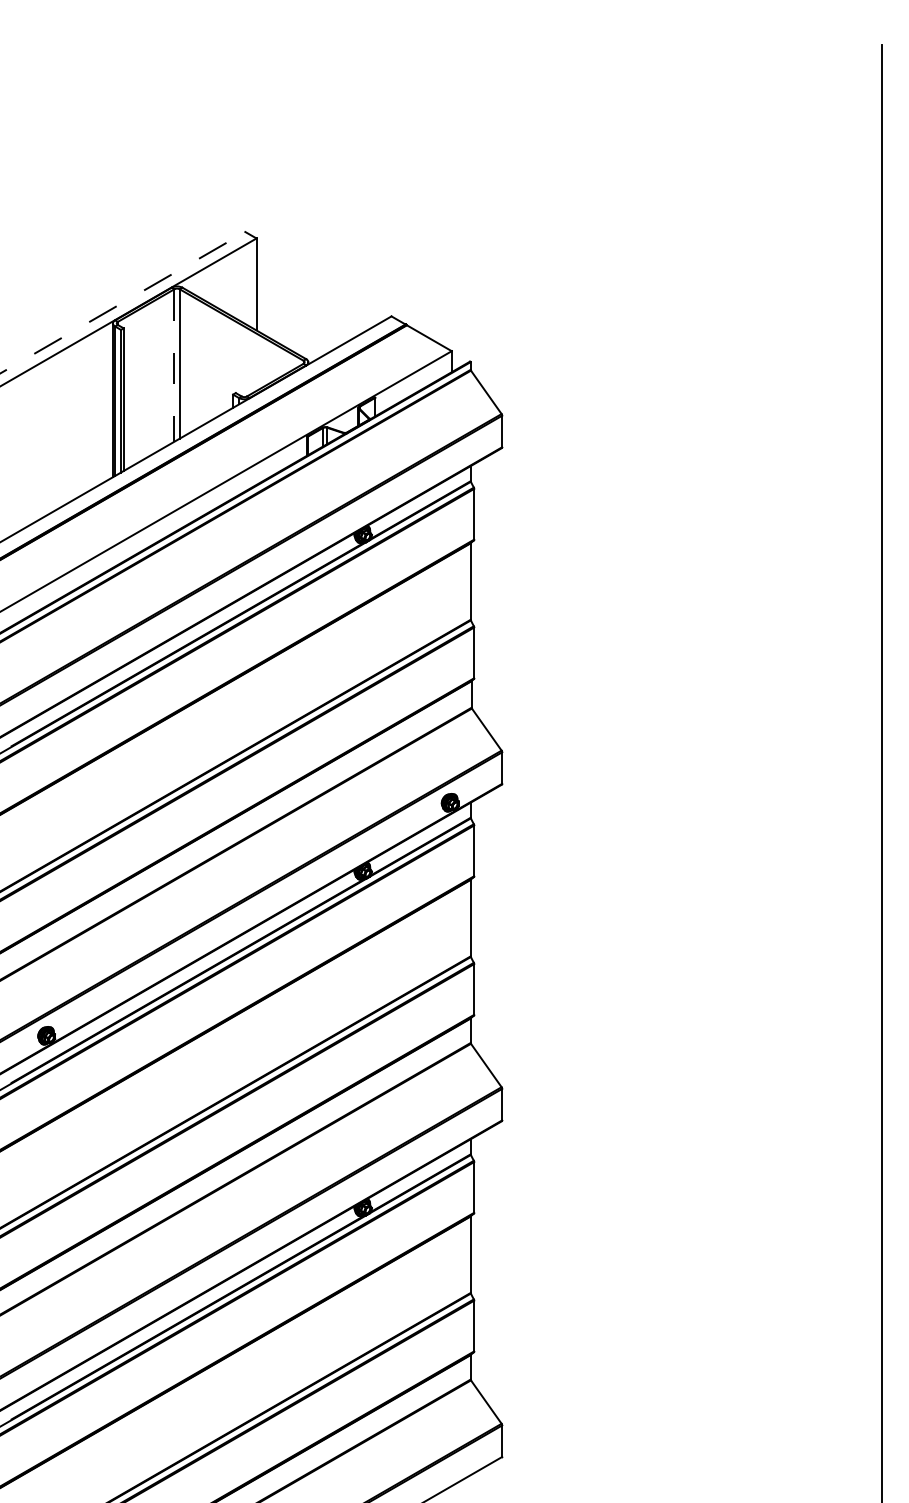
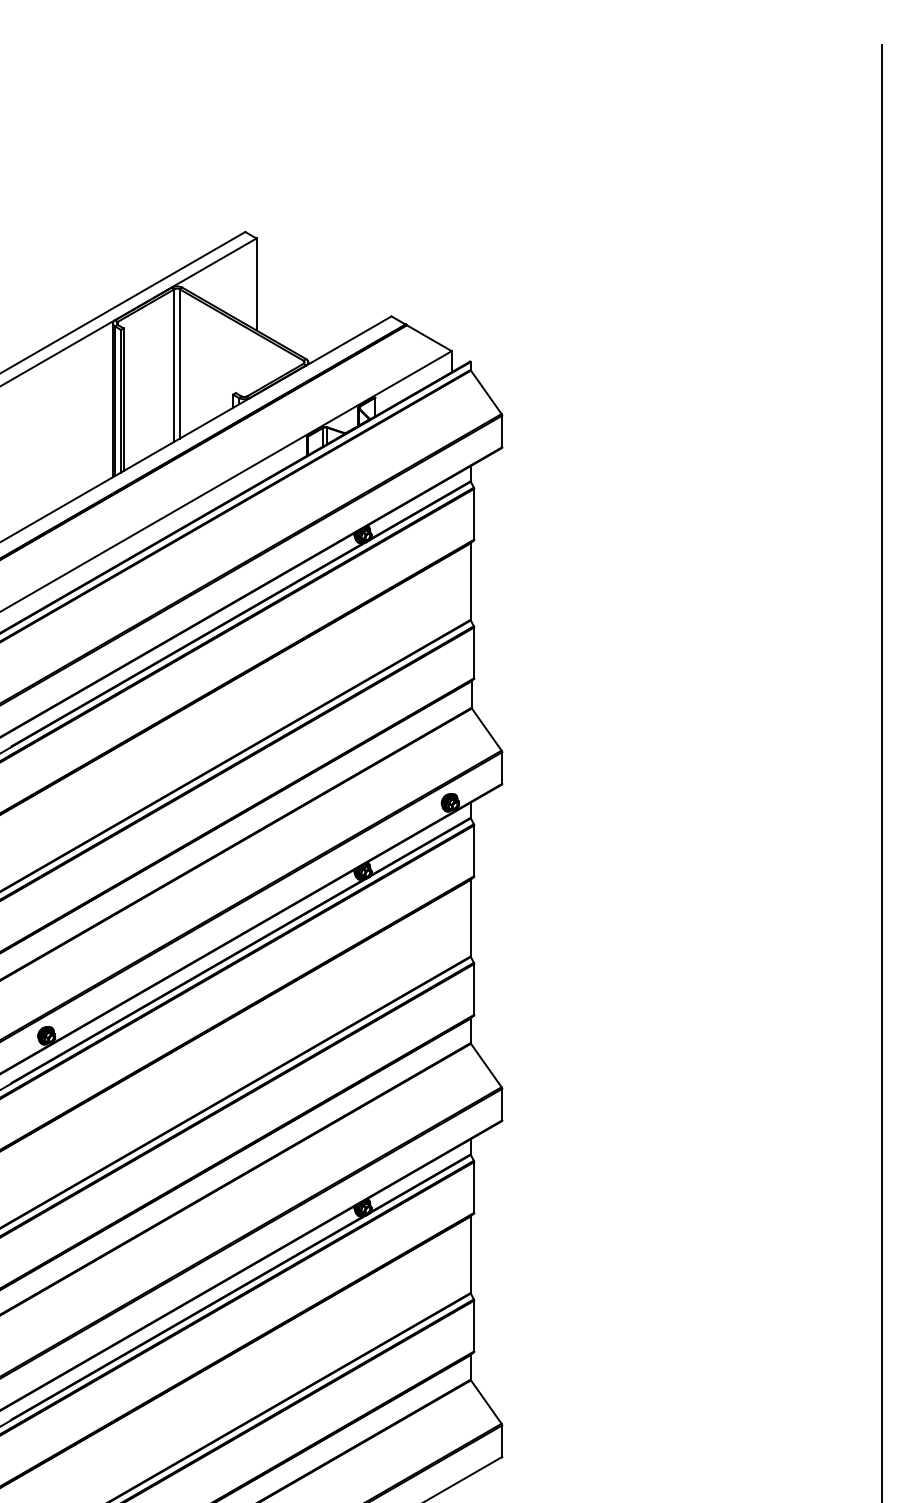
line at (123, 302): dashed -> solid
line at (174, 366): dashed -> solid
